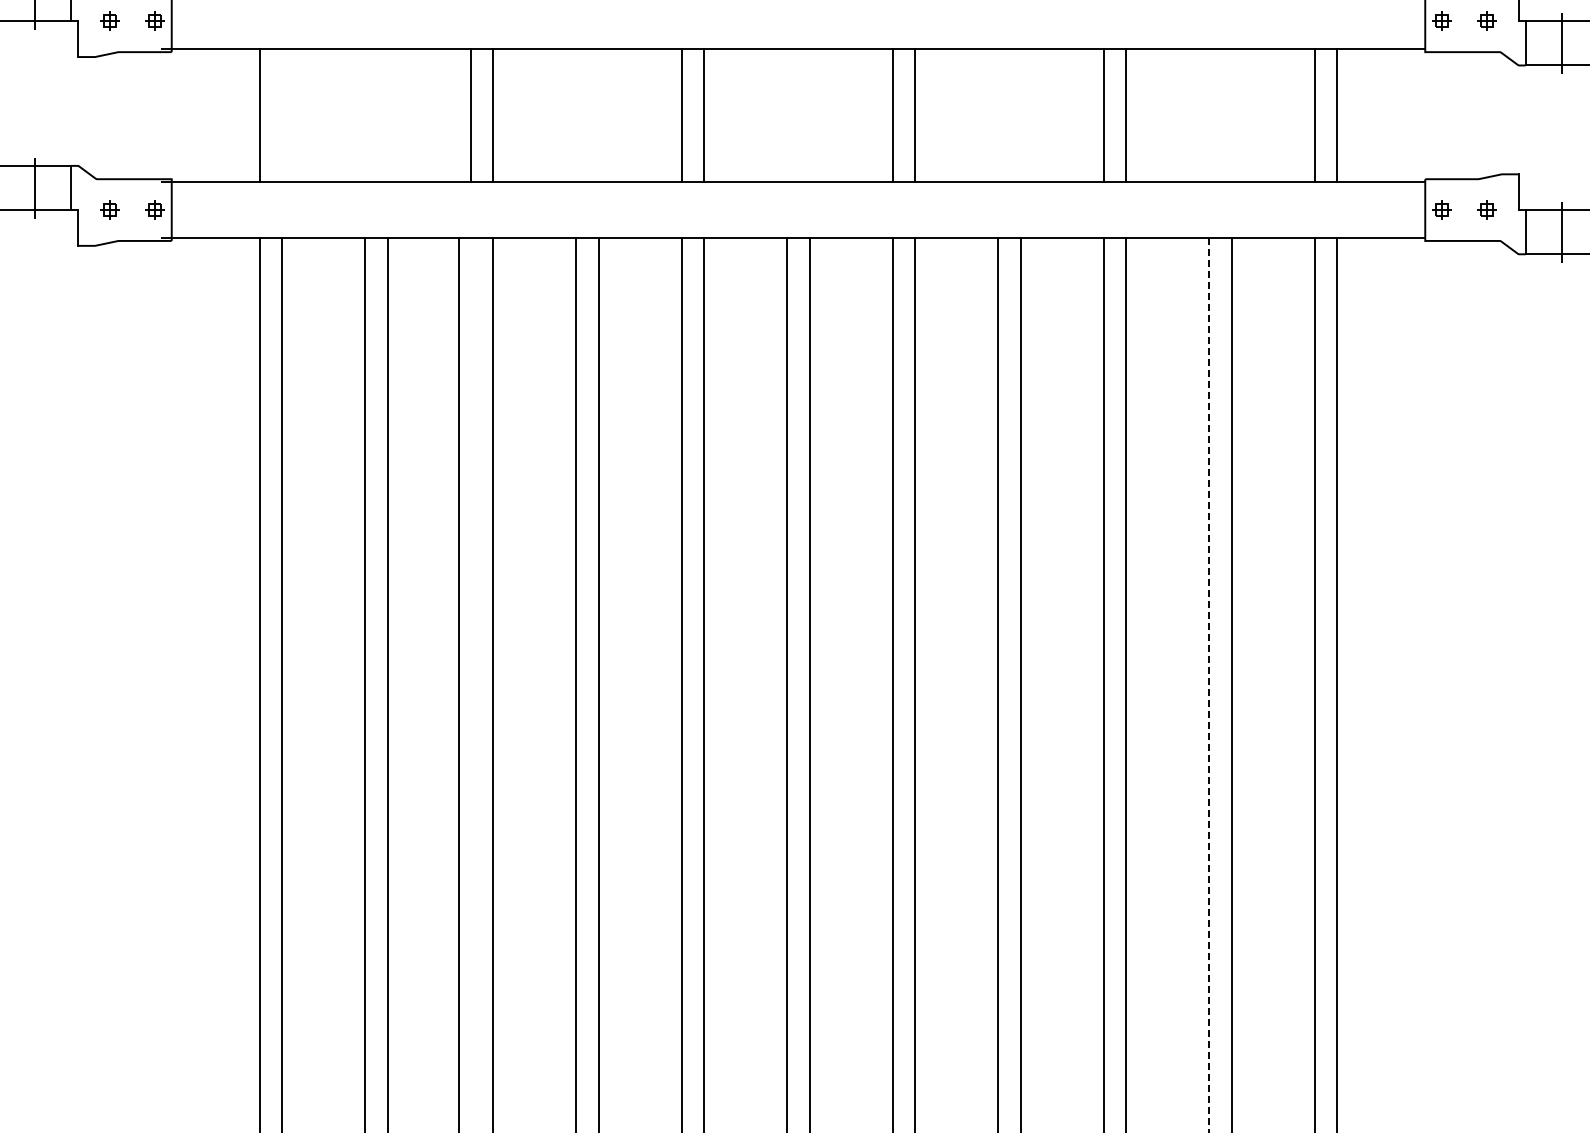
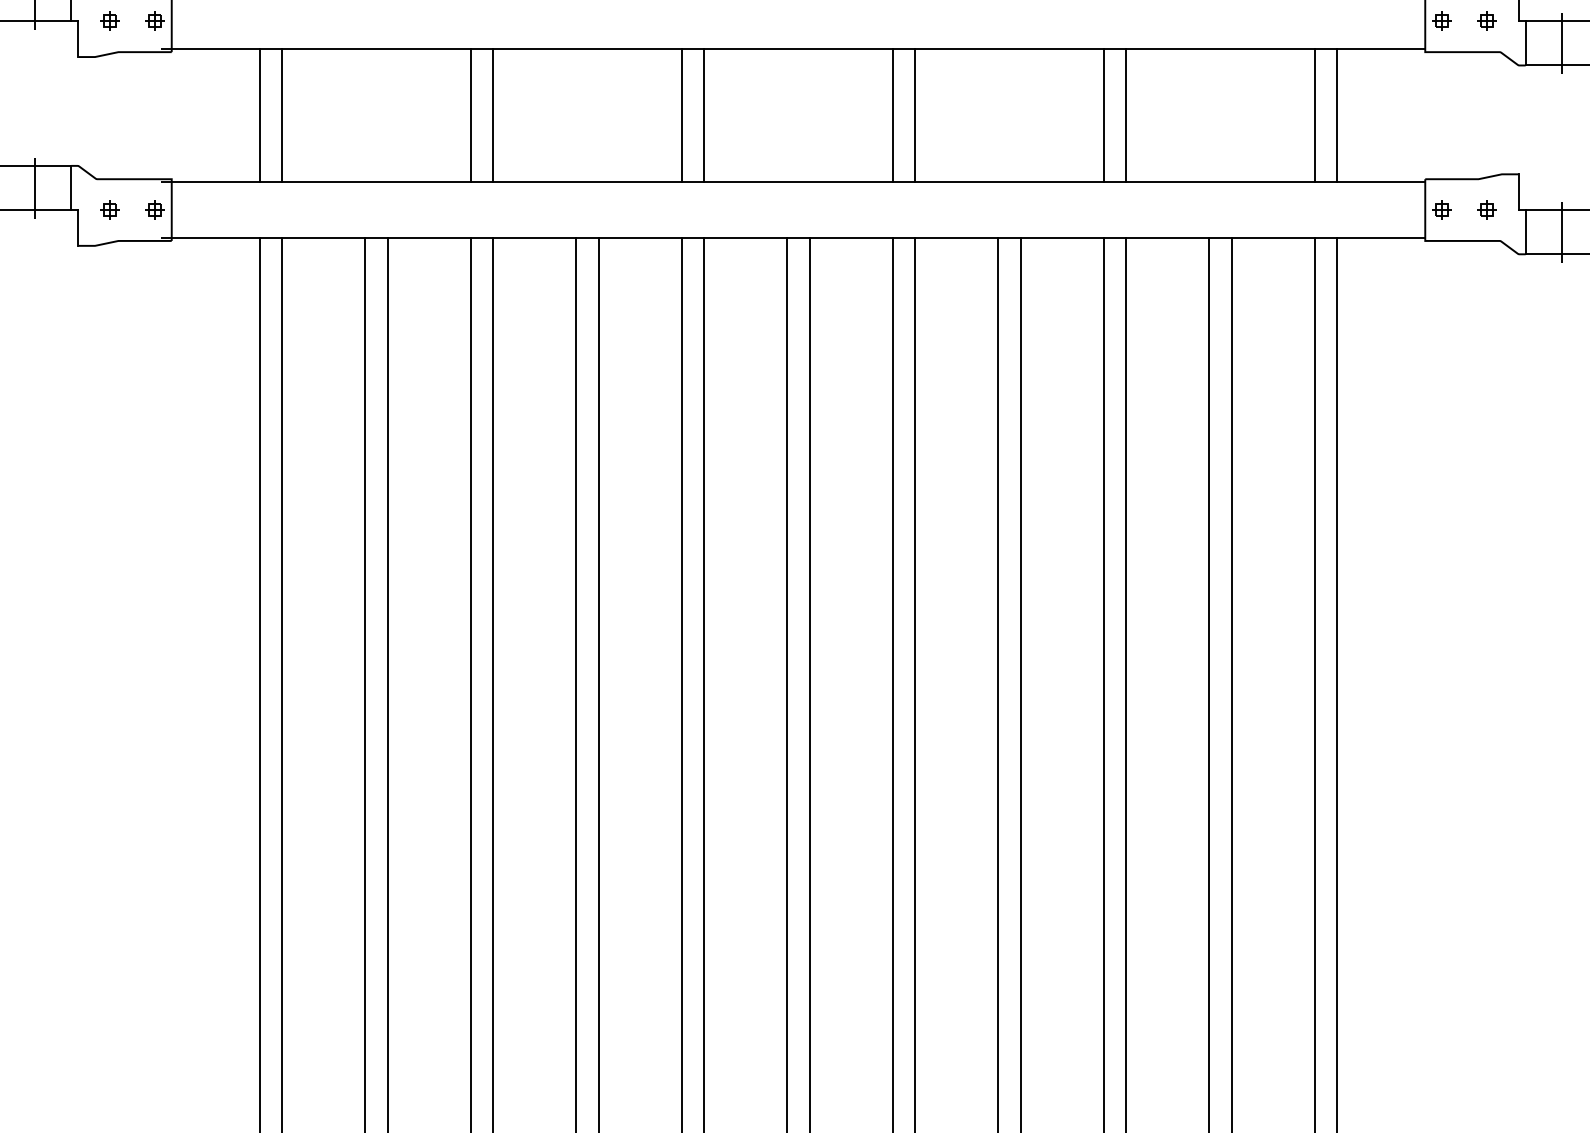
line at (282, 115): none -> present
line at (458, 683) position: (458, 683) -> (470, 683)
line at (1209, 685): dashed -> solid
